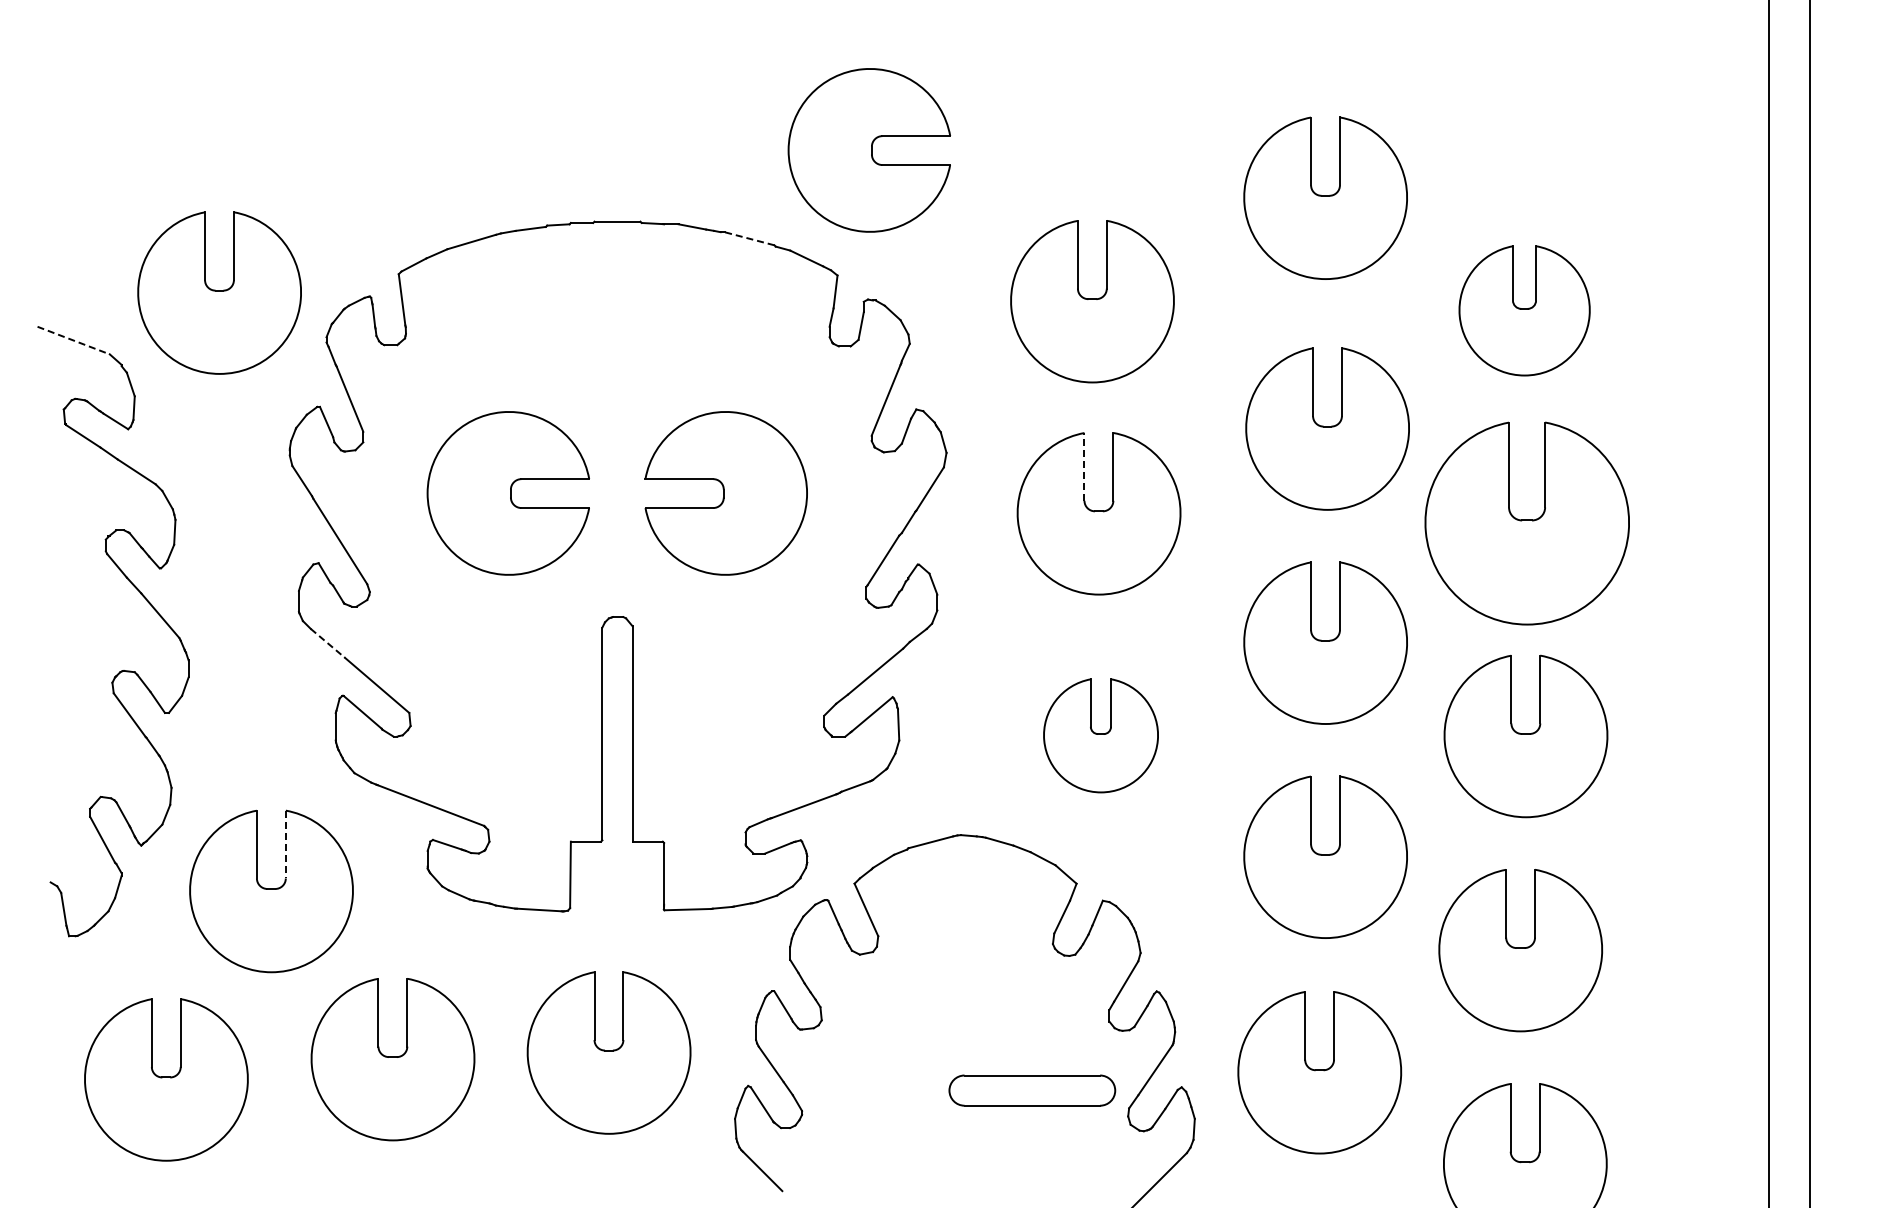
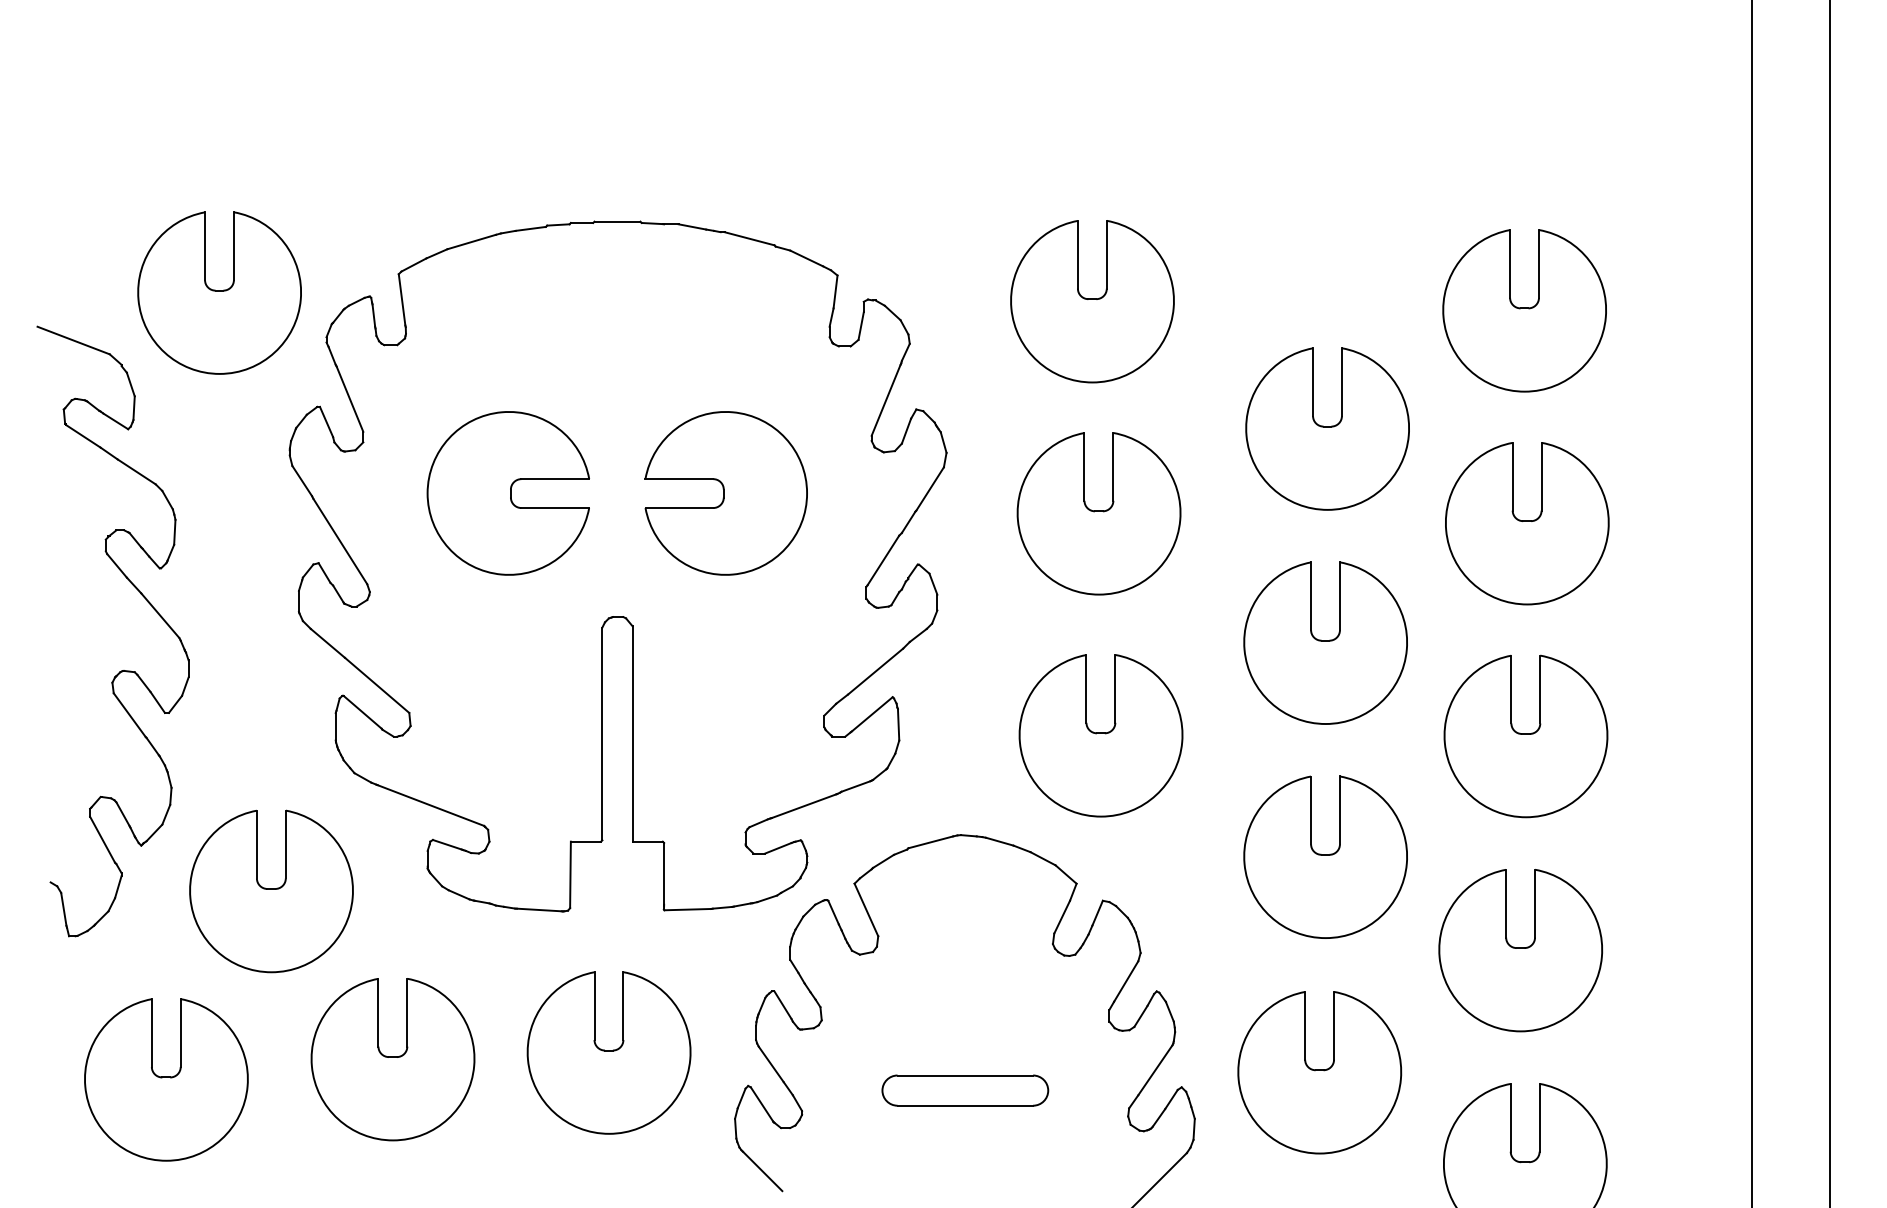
part at (868, 150): present -> none
part at (1325, 197): present -> none
line at (749, 238): dashed -> solid
part at (1524, 310) size: 133x132 px -> 165x164 px
line at (73, 340): dashed -> solid
line at (1084, 466): dashed -> solid
part at (1526, 523) size: 206x205 px -> 165x164 px
line at (1768, 603) position: (1768, 603) -> (1751, 603)
line at (1810, 603) position: (1810, 603) -> (1830, 603)
line at (328, 643): dashed -> solid
part at (1100, 735) size: 116x116 px -> 166x164 px
line at (285, 844): dashed -> solid
part at (1032, 1090) position: (1032, 1090) -> (965, 1090)
